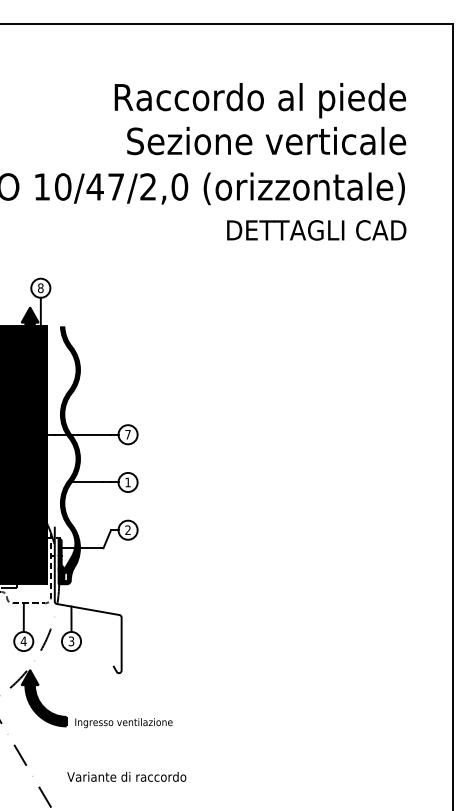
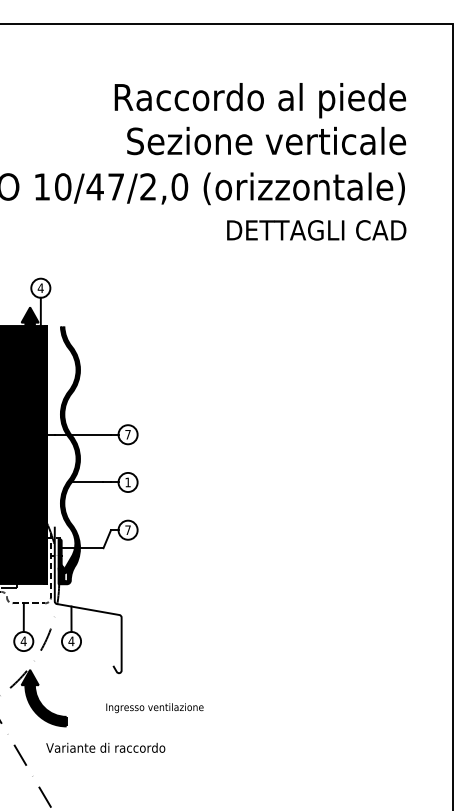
text at (40, 288): 8 -> 4
text at (127, 529): 2 -> 7
text at (71, 641): 3 -> 4
text at (123, 723) position: (123, 723) -> (154, 708)
text at (126, 776) position: (126, 776) -> (105, 747)
